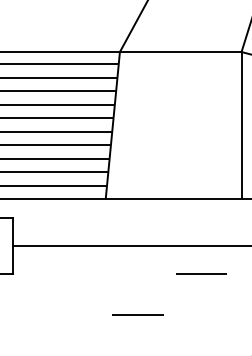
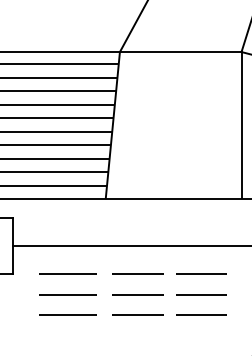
line at (137, 273): none -> present
line at (67, 274): none -> present
line at (67, 294): none -> present
line at (138, 294): none -> present
line at (201, 294): none -> present
line at (67, 314): none -> present
line at (201, 314): none -> present
